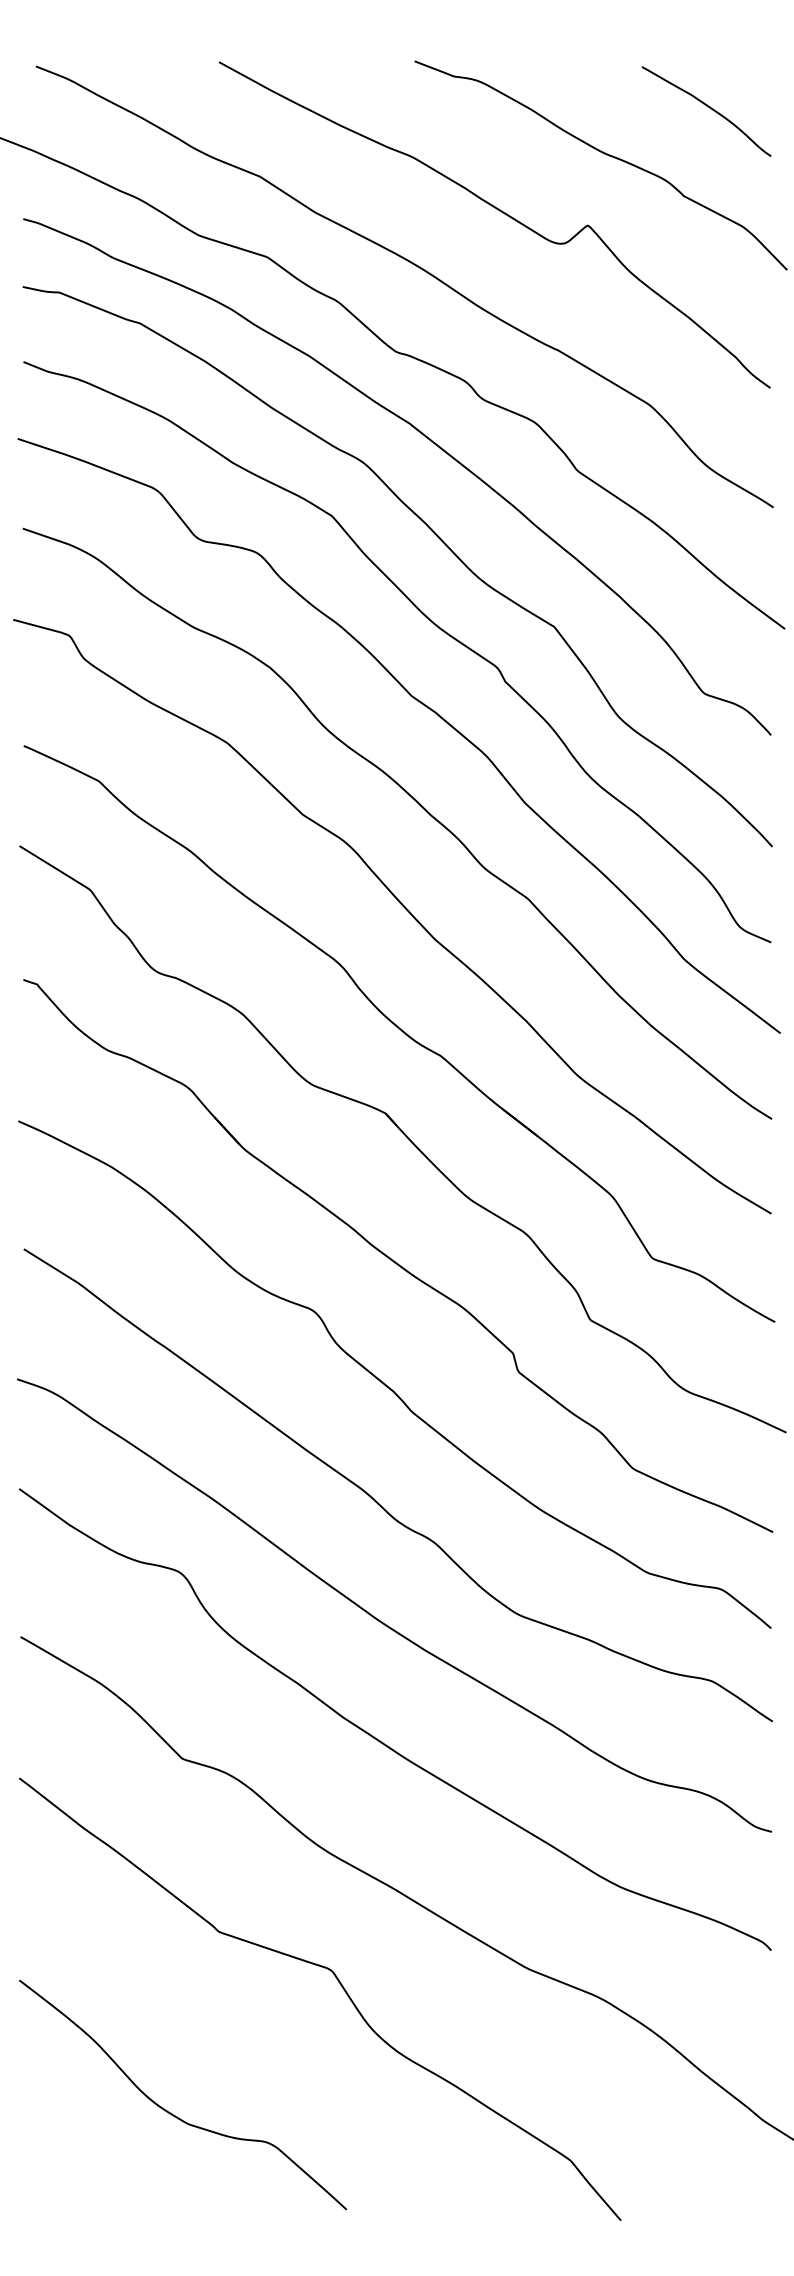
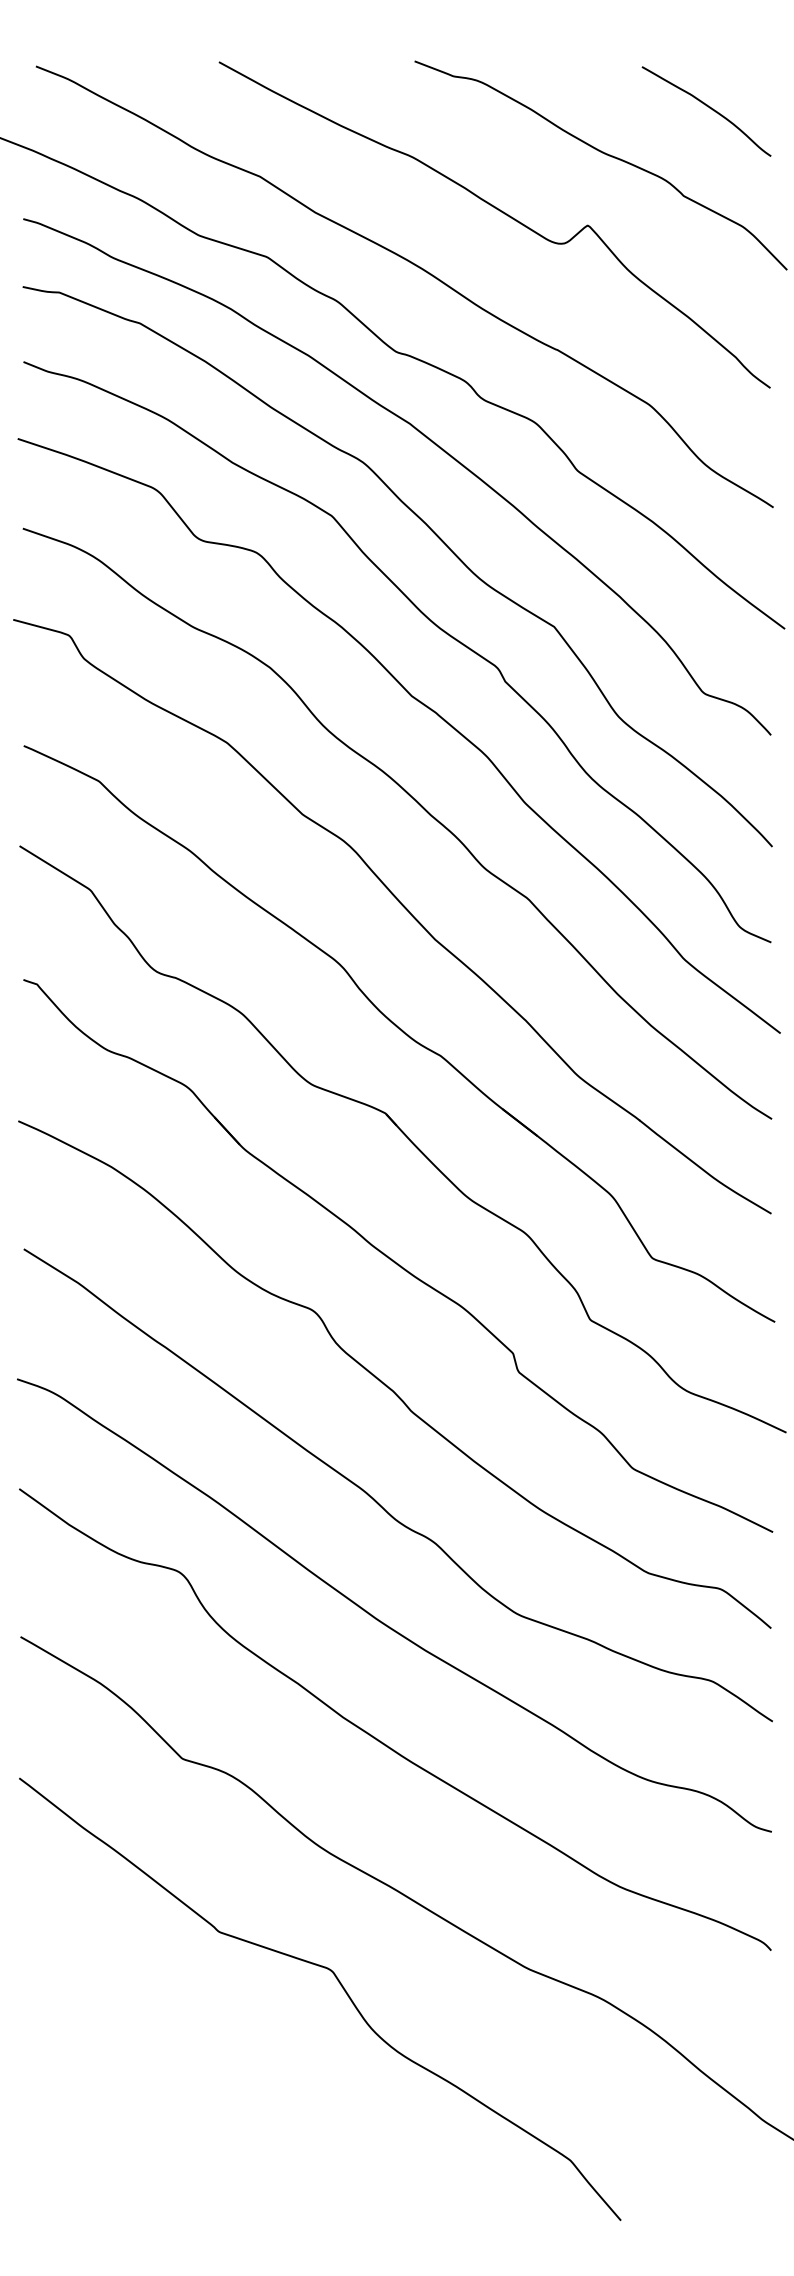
curve at (174, 2114): present -> none
